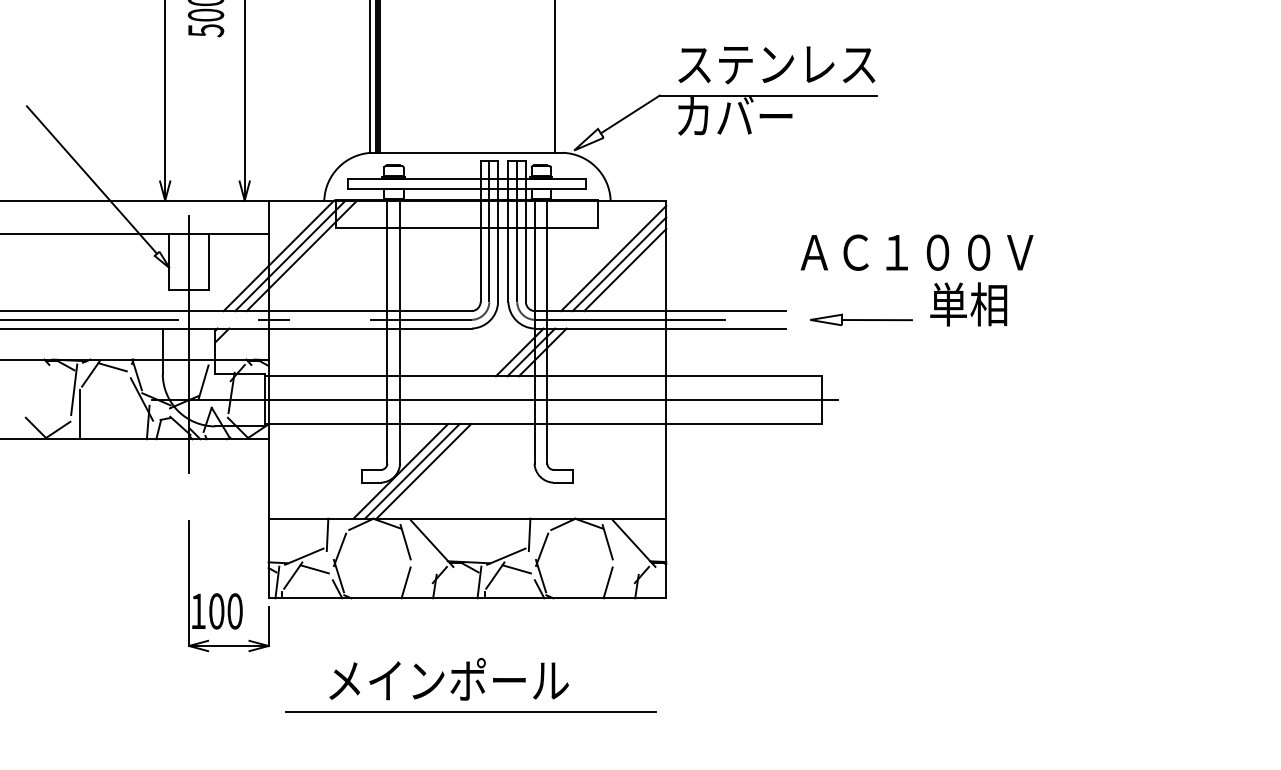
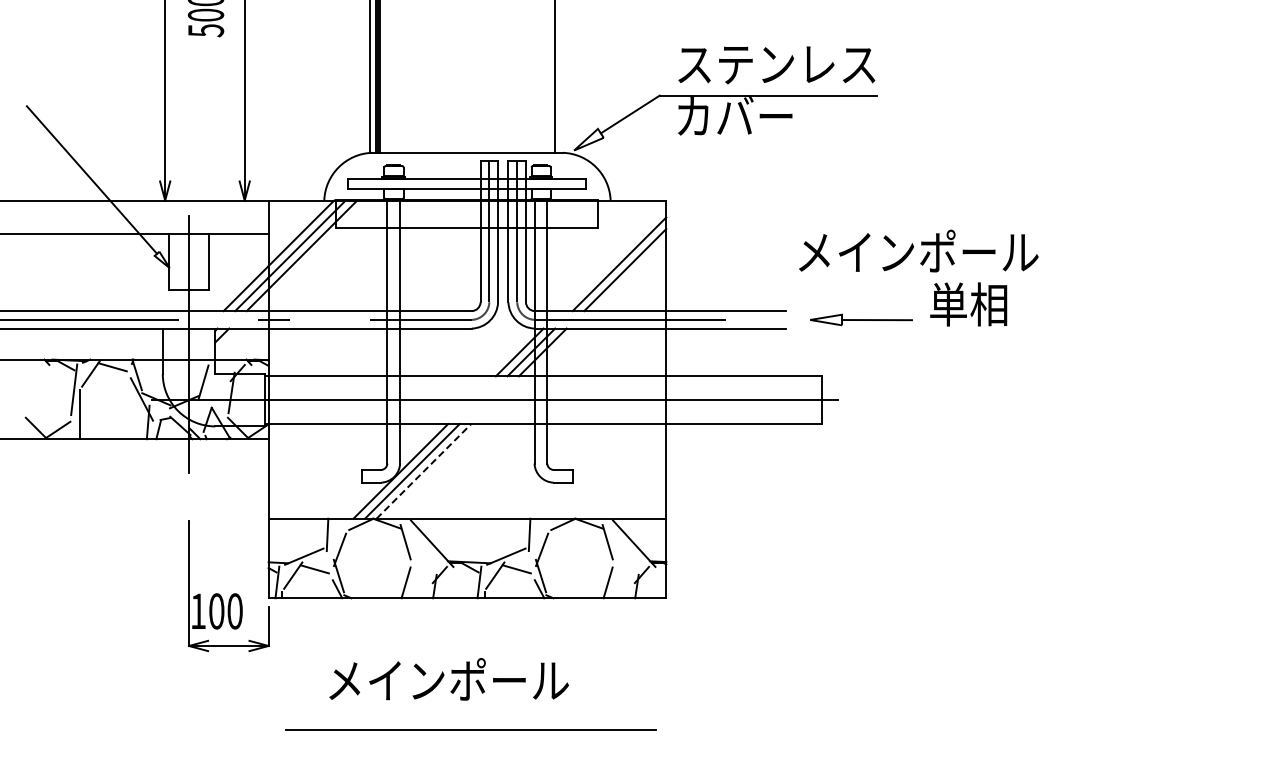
text at (918, 250): ＡＣ１００Ｖ -> メインポール
line at (613, 258): present -> none
line at (423, 471): solid -> dashed
line at (470, 711) position: (470, 711) -> (470, 729)
